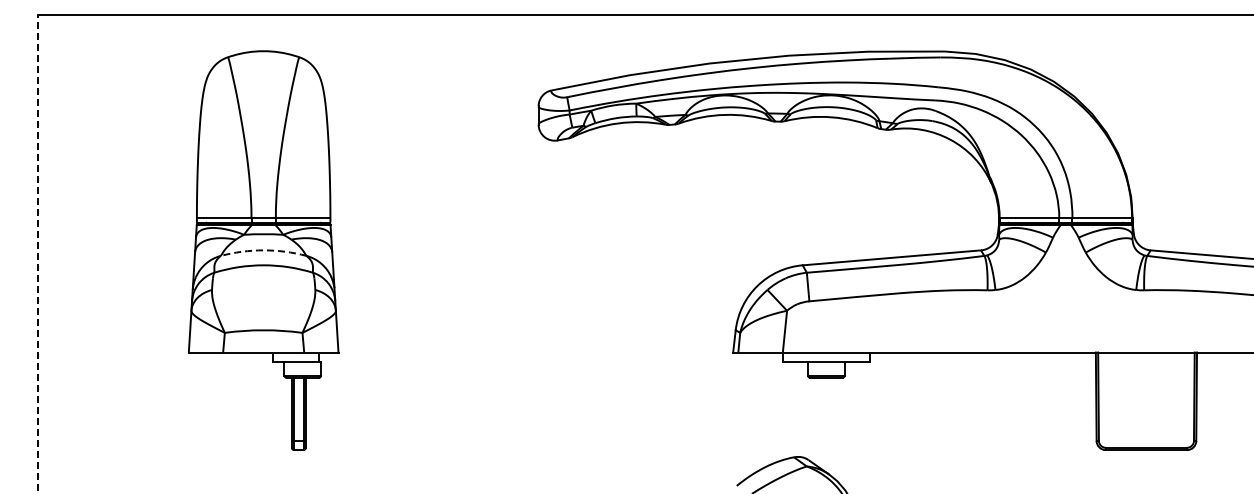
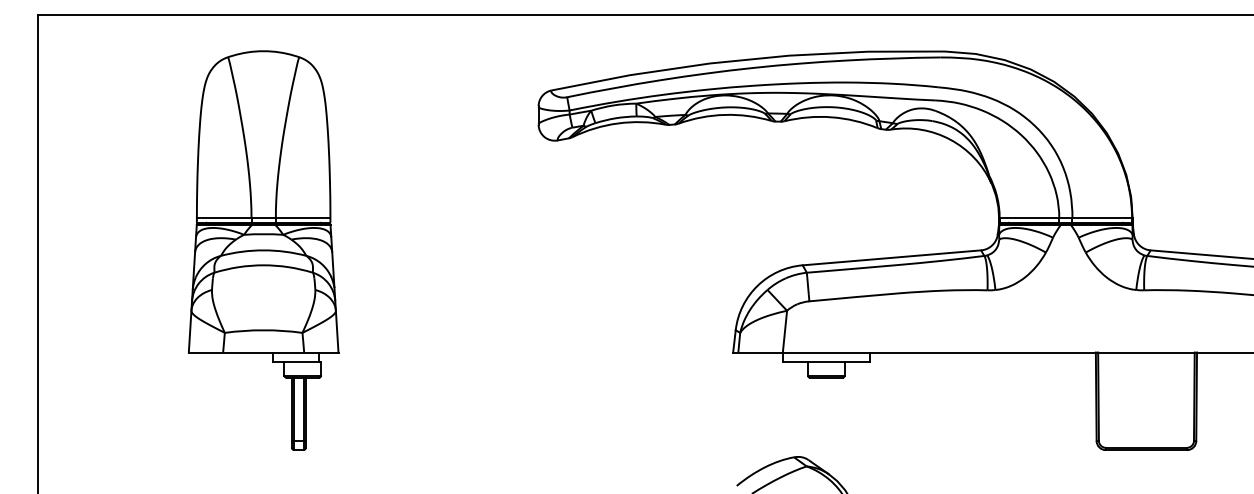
arc at (263, 250): dashed -> solid
line at (37, 253): dashed -> solid
